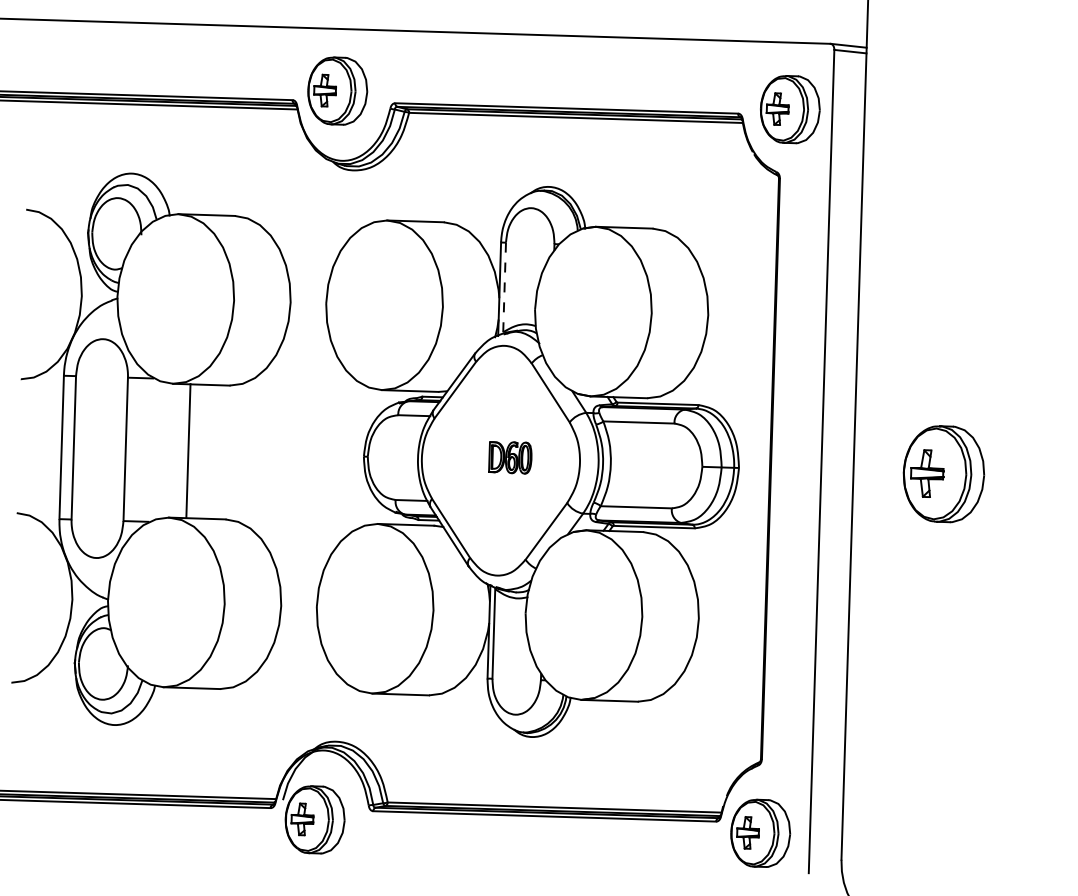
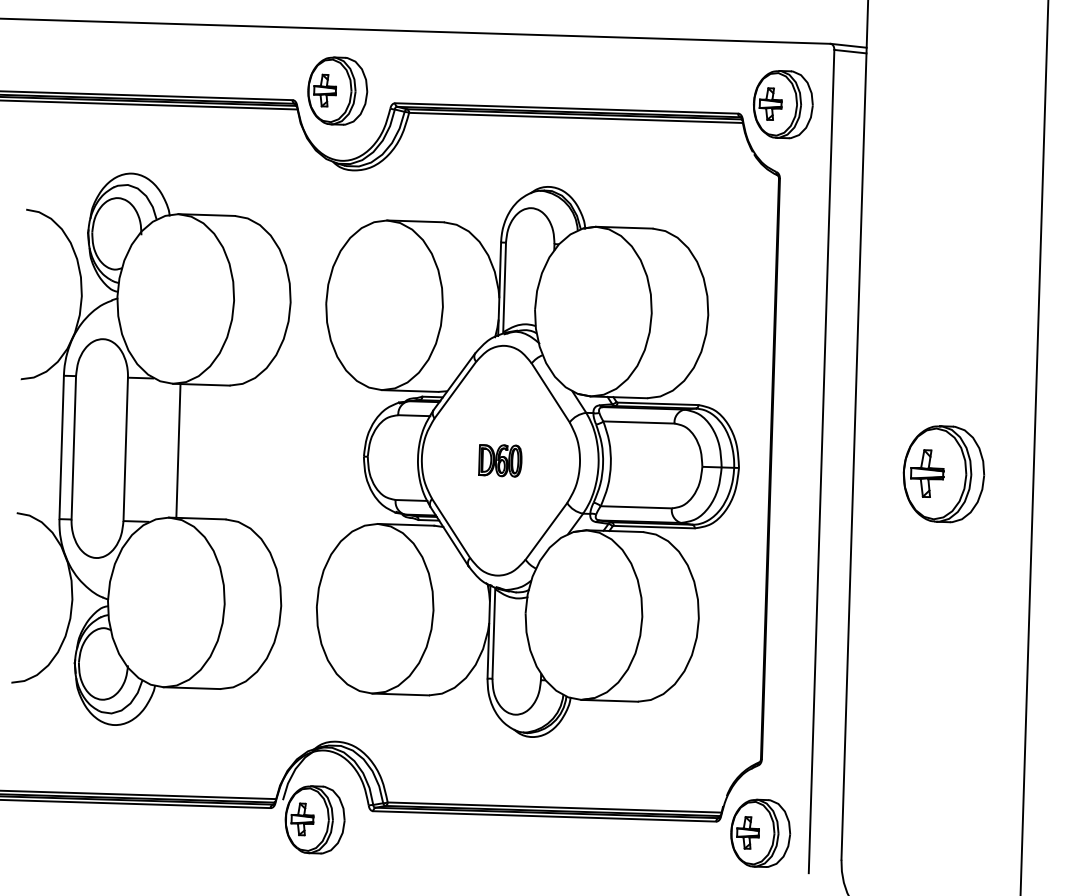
part at (790, 109) position: (790, 109) -> (783, 104)
line at (504, 287): dashed -> solid
line at (1034, 447): none -> present
line at (188, 450) position: (188, 450) -> (178, 450)
part at (510, 457) position: (510, 457) -> (500, 460)
